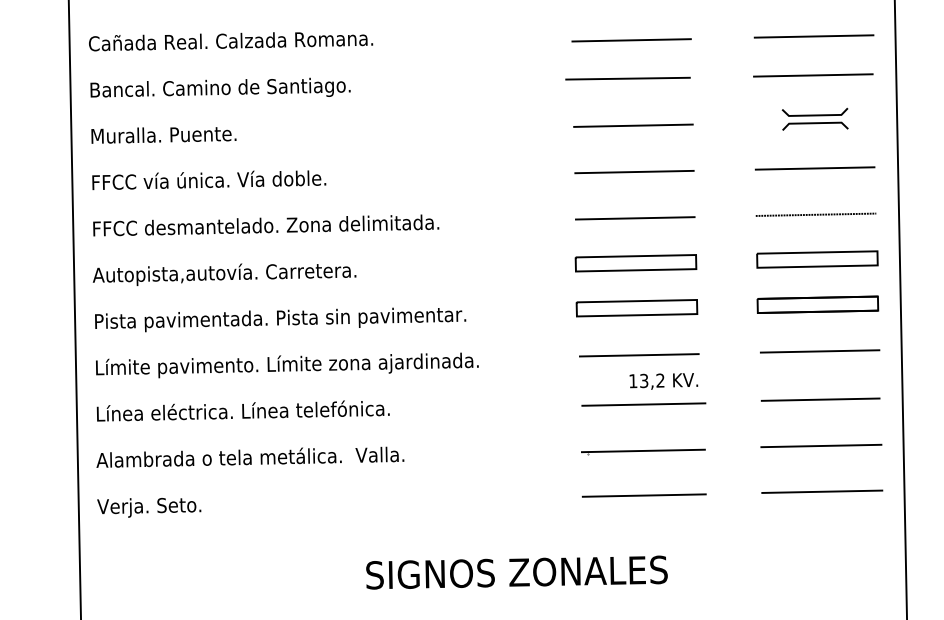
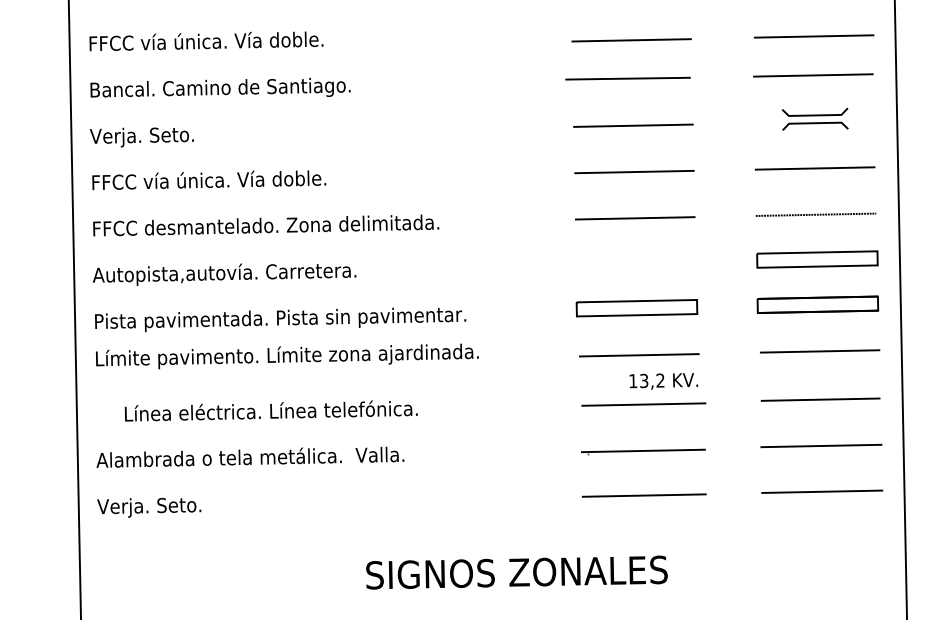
text at (231, 41): Cañada Real. Calzada Romana. -> FFCC vía única. Vía doble.
text at (162, 137): Muralla. Puente. -> Verja. Seto.
part at (635, 263): present -> none
text at (287, 365) position: (287, 365) -> (287, 356)
text at (242, 410) position: (242, 410) -> (270, 410)
